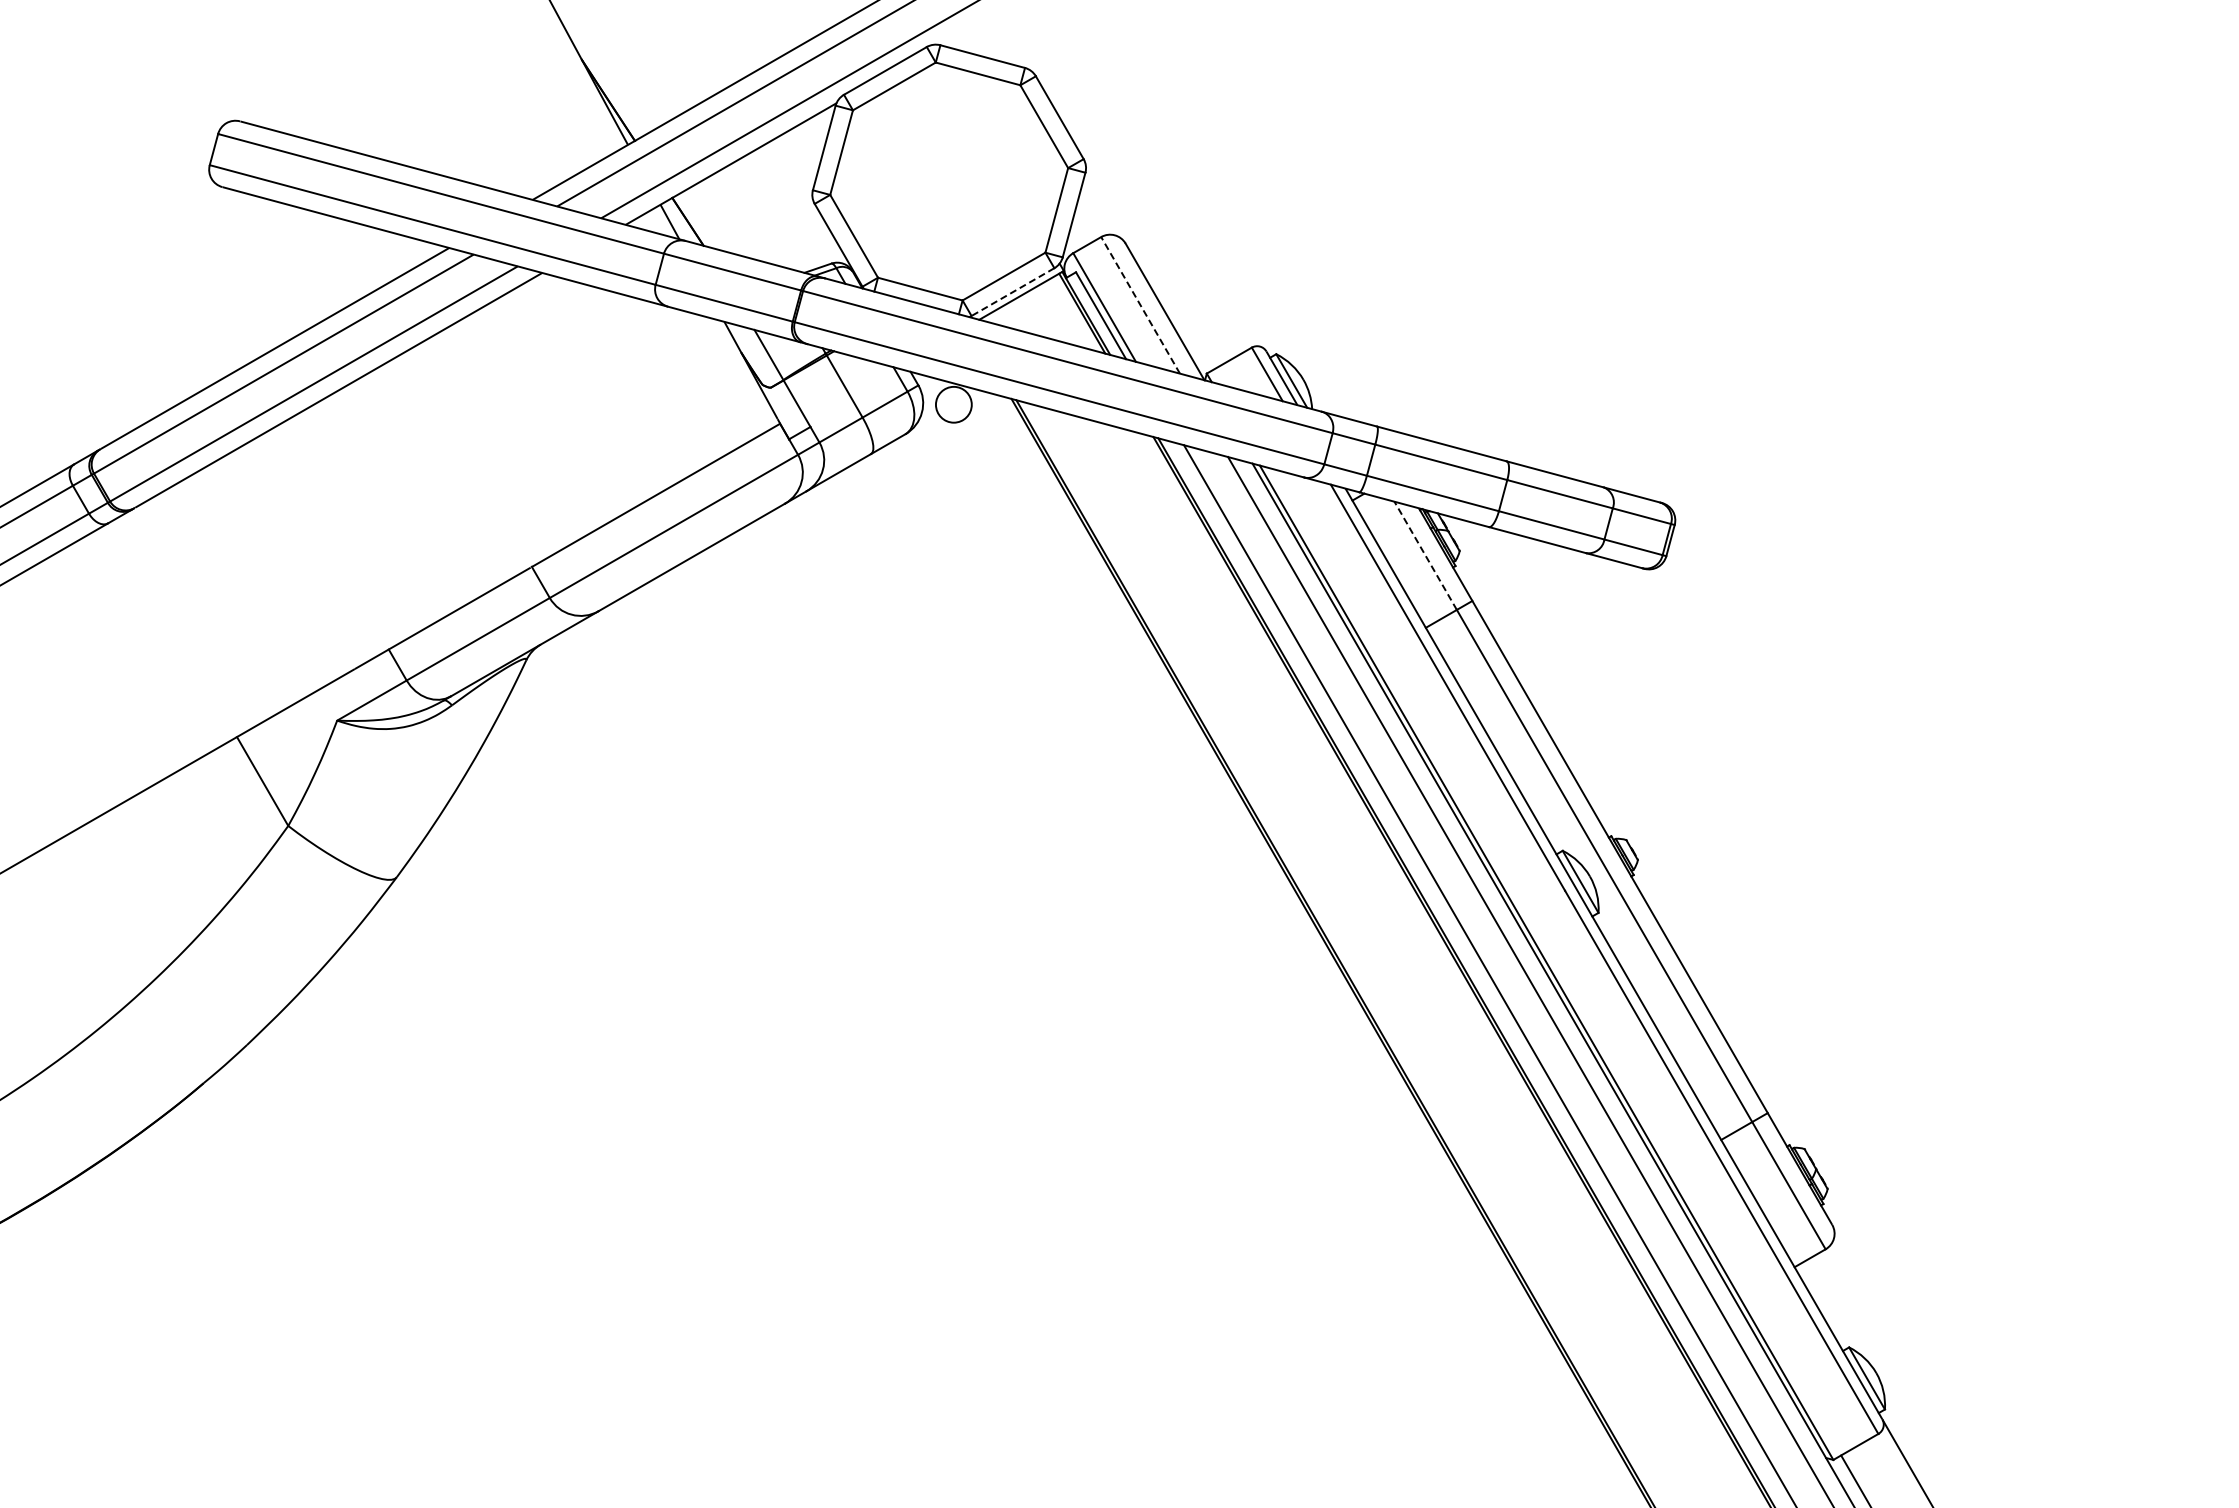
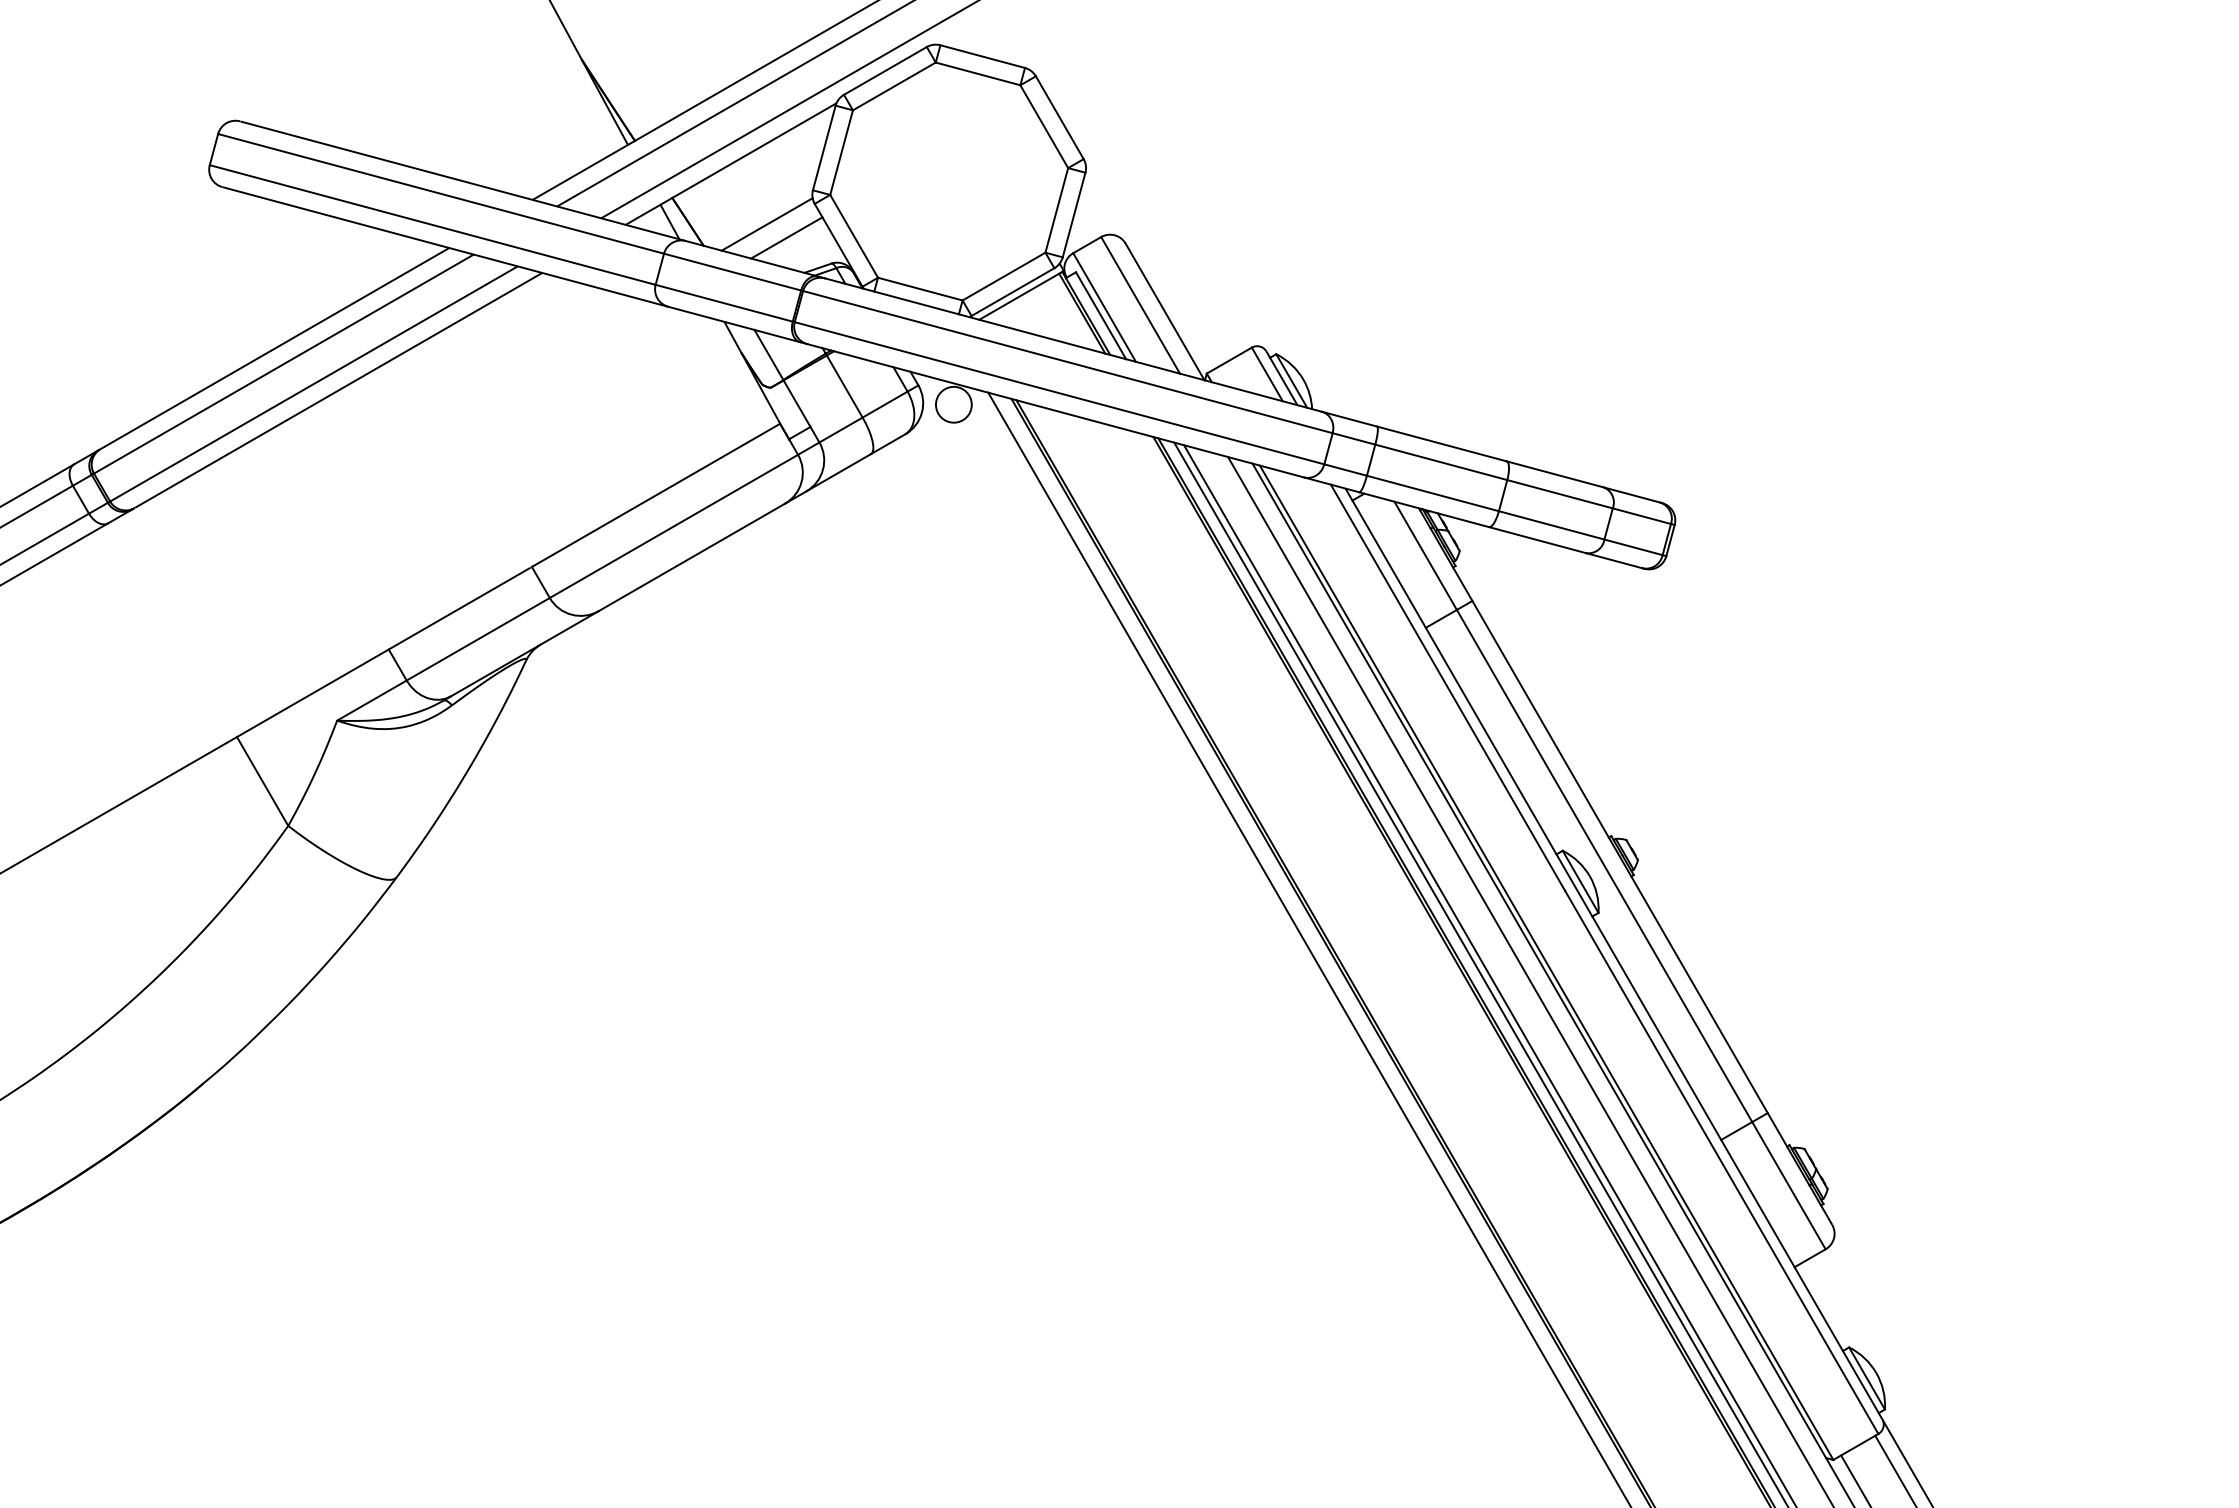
line at (766, 224): none -> present
line at (786, 237): none -> present
line at (1012, 292): dashed -> solid
line at (1140, 305): dashed -> solid
line at (1425, 555): dashed -> solid
line at (1308, 948): none -> present
line at (1480, 973): none -> present
line at (1894, 1469): none -> present
